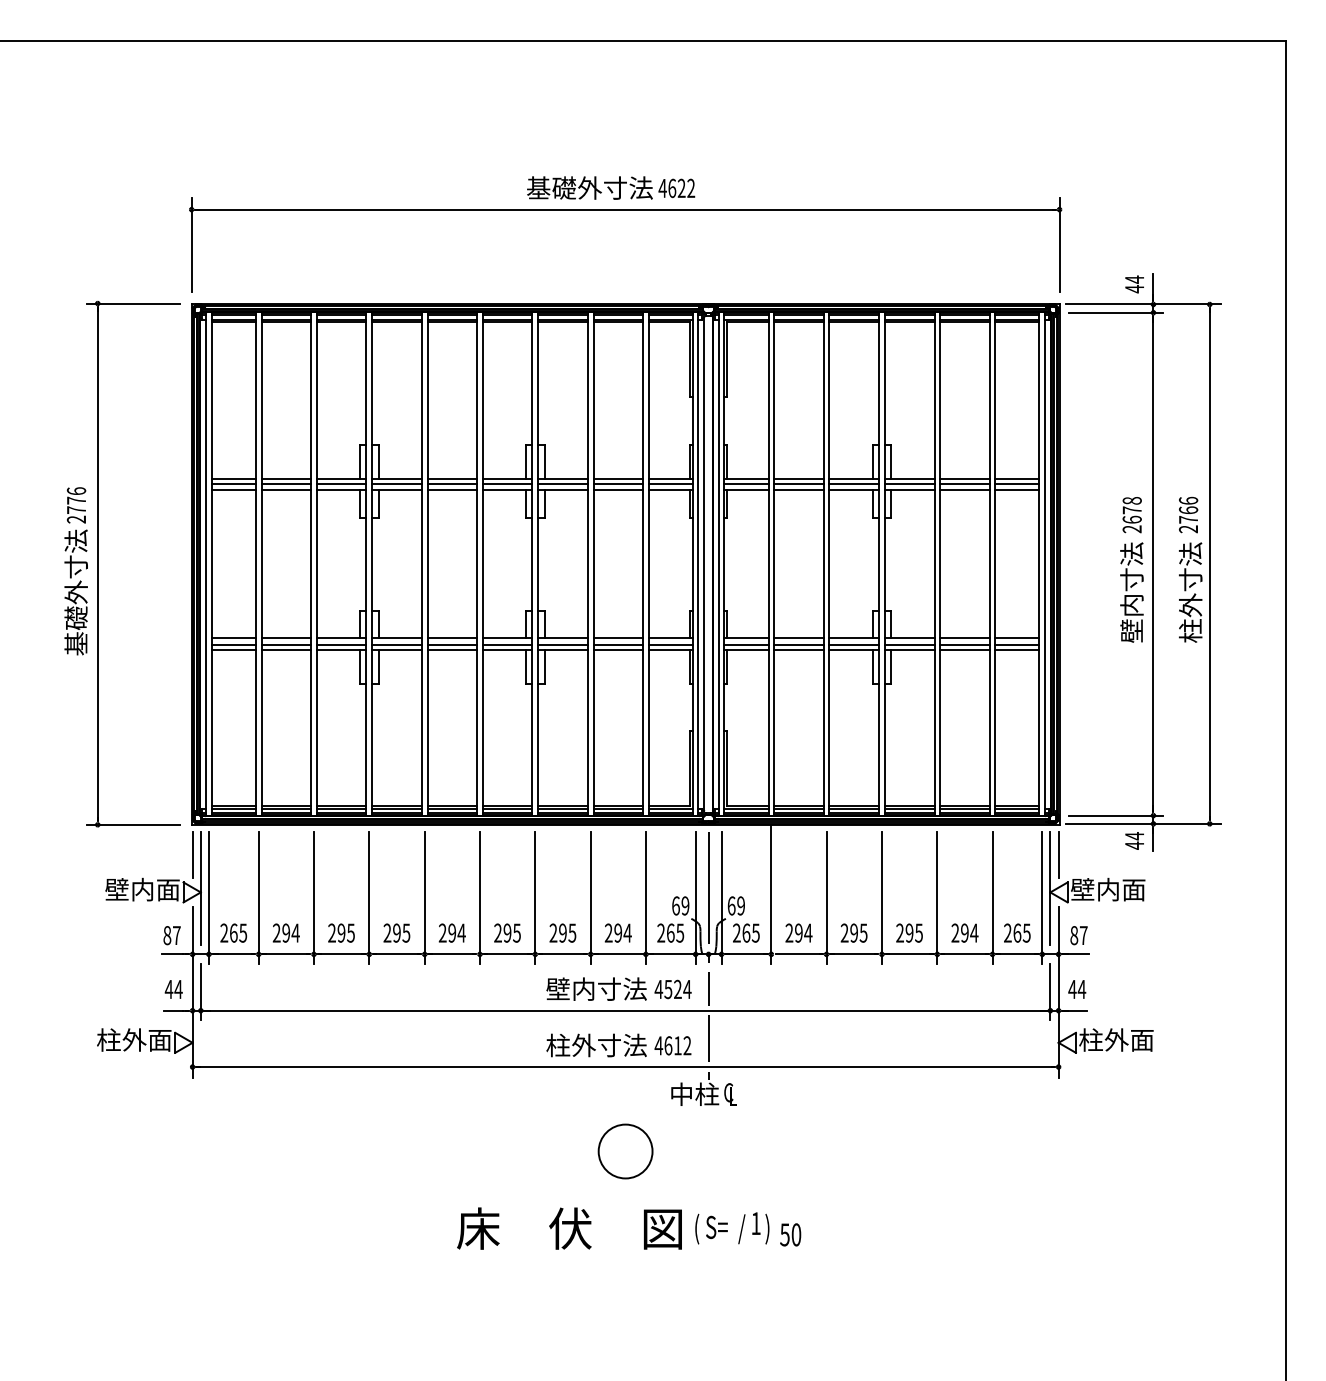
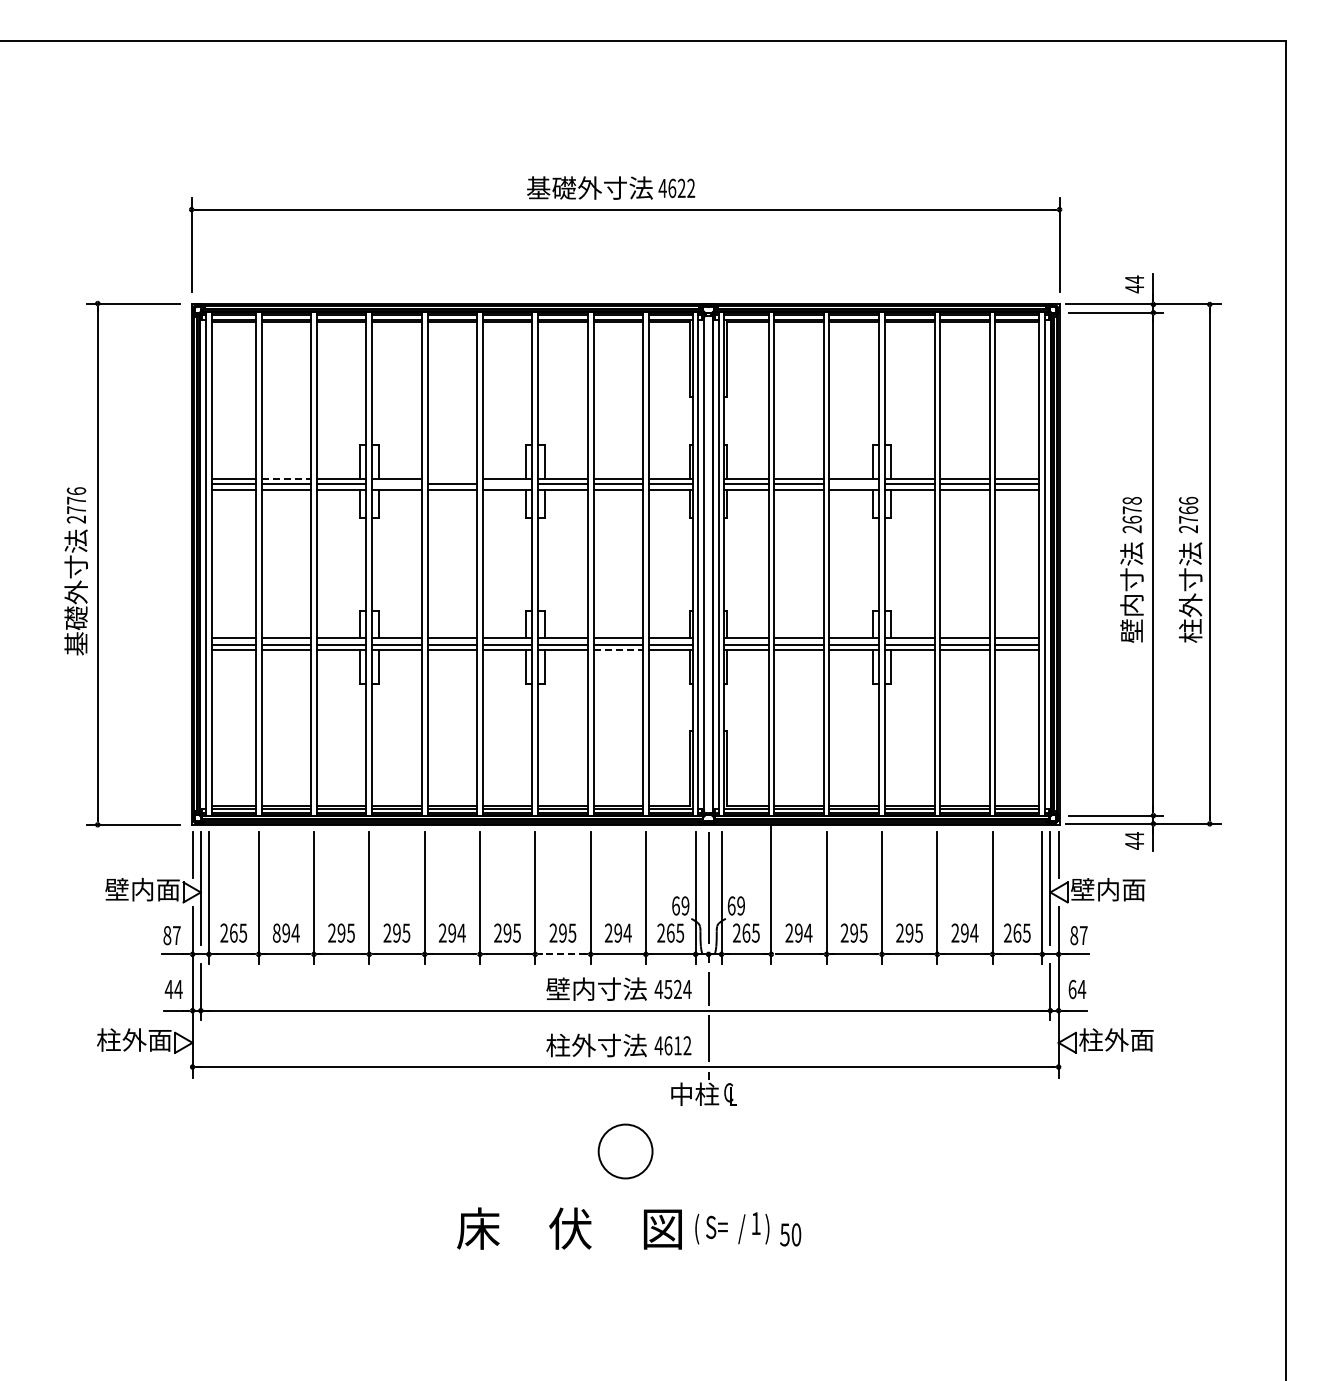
line at (286, 478): solid -> dashed
line at (452, 478): present -> none
line at (396, 483): present -> none
line at (507, 483): present -> none
line at (854, 483): present -> none
line at (618, 649): solid -> dashed
text at (276, 932): 294 -> 894
line at (562, 954): solid -> dashed
text at (1072, 989): 44 -> 64
